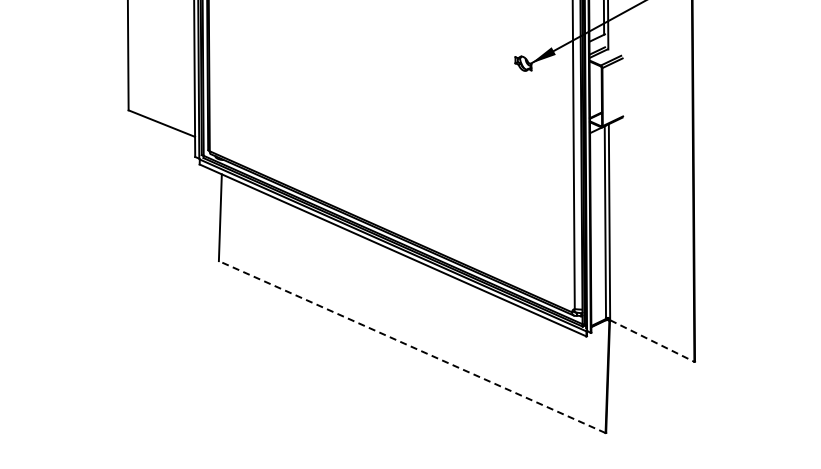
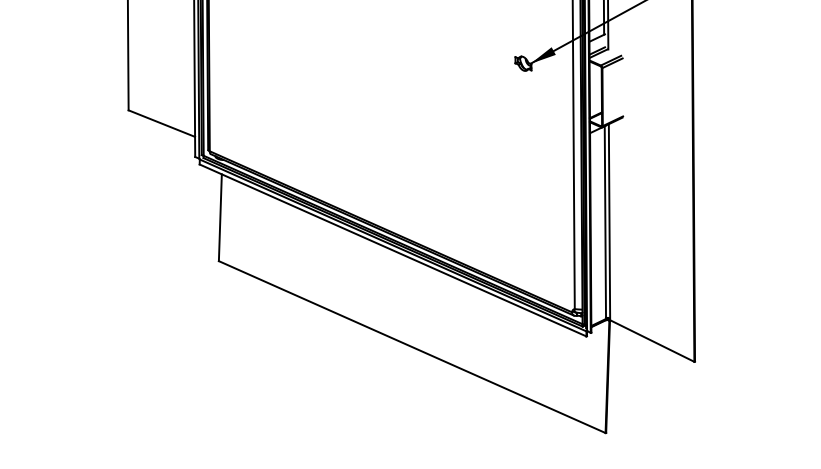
line at (652, 341): dashed -> solid
line at (412, 347): dashed -> solid
